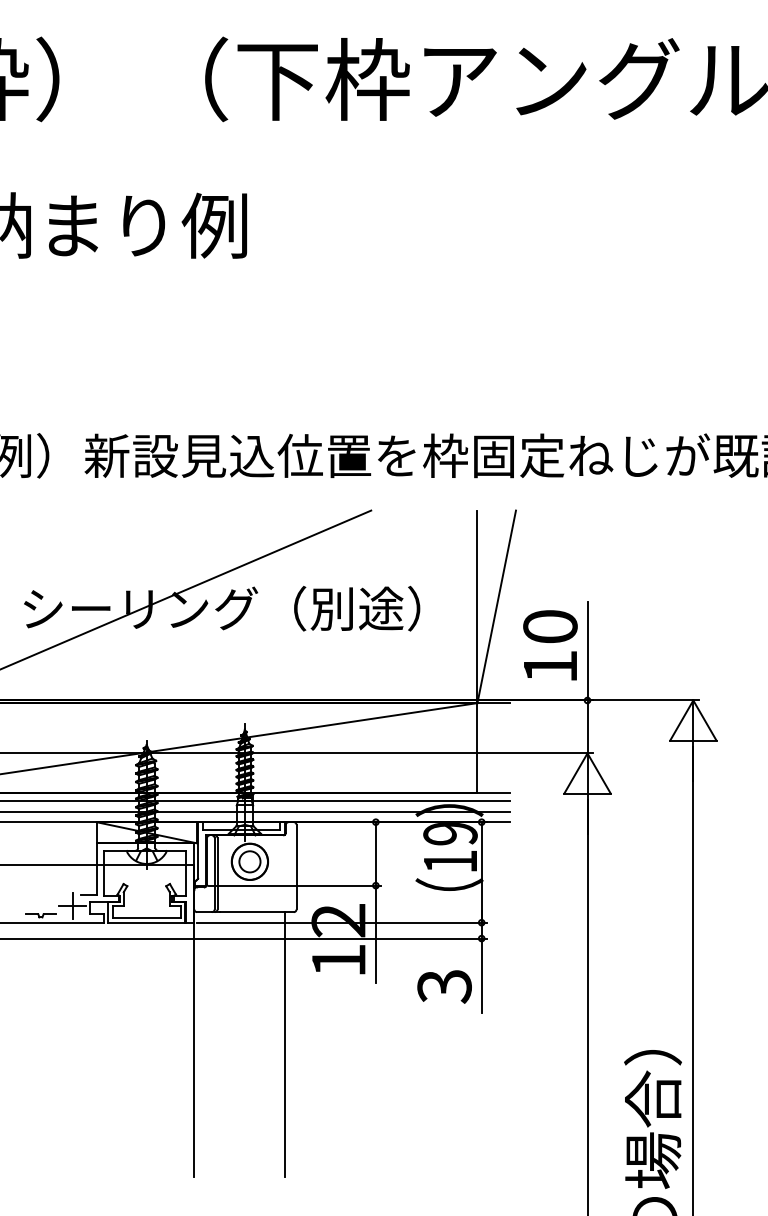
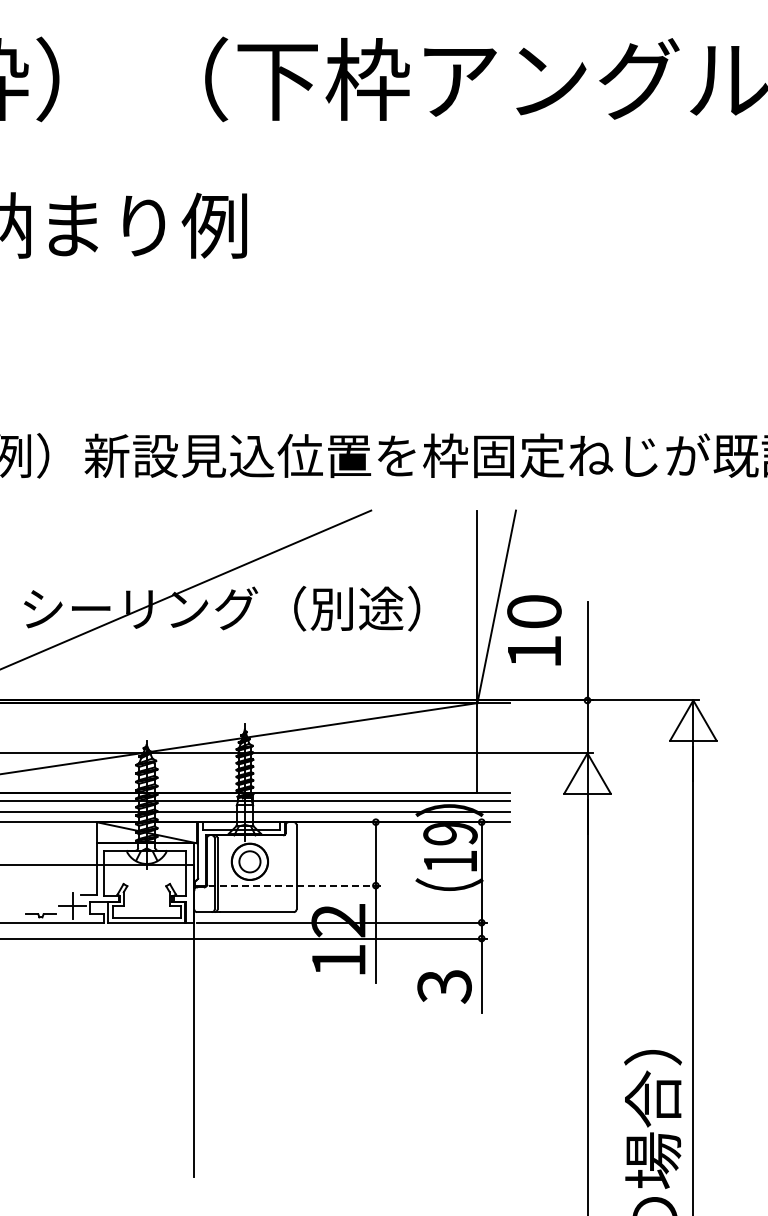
text at (550, 645) position: (550, 645) -> (534, 630)
line at (295, 885): solid -> dashed
line at (284, 1044): present -> none
